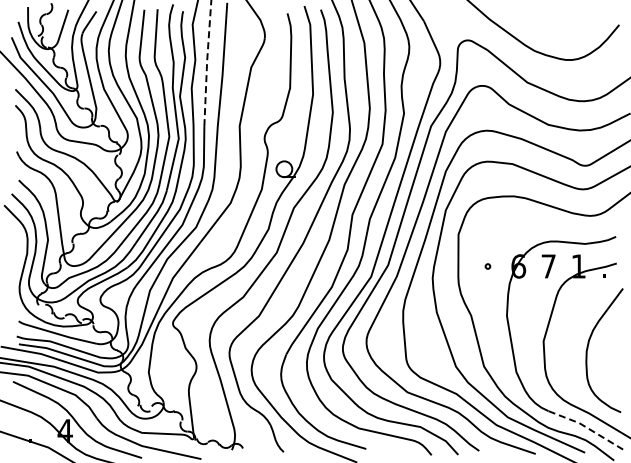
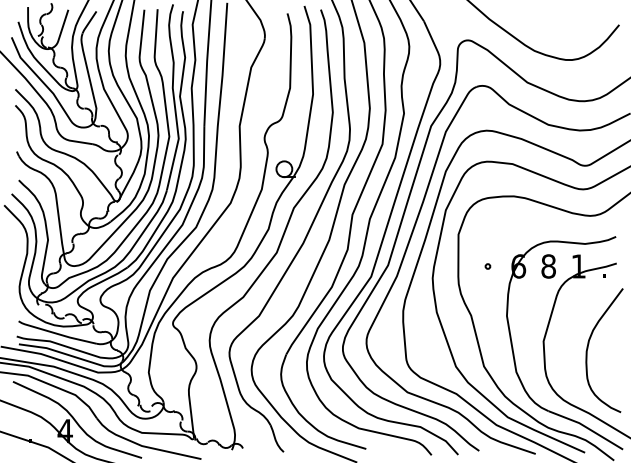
line at (207, 62): dashed -> solid
text at (548, 266): 7 -> 8
line at (586, 427): dashed -> solid
